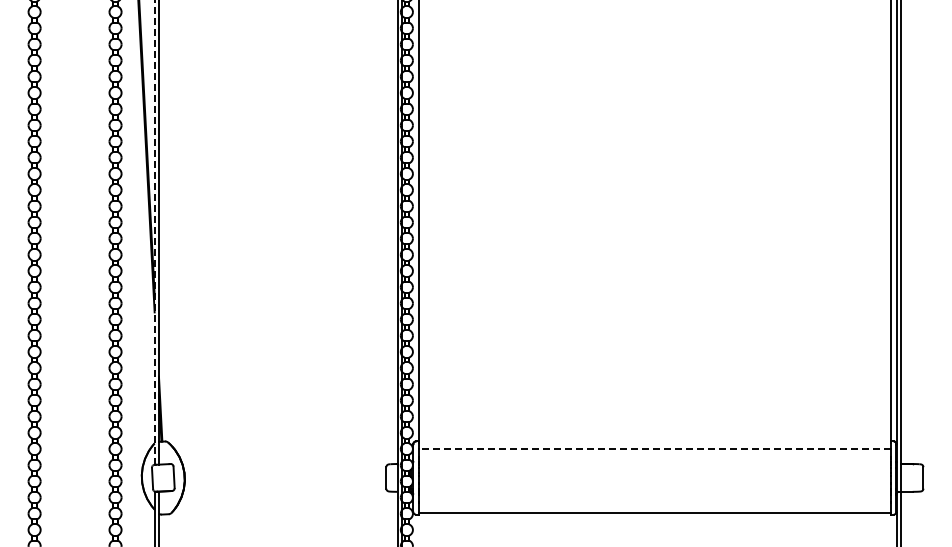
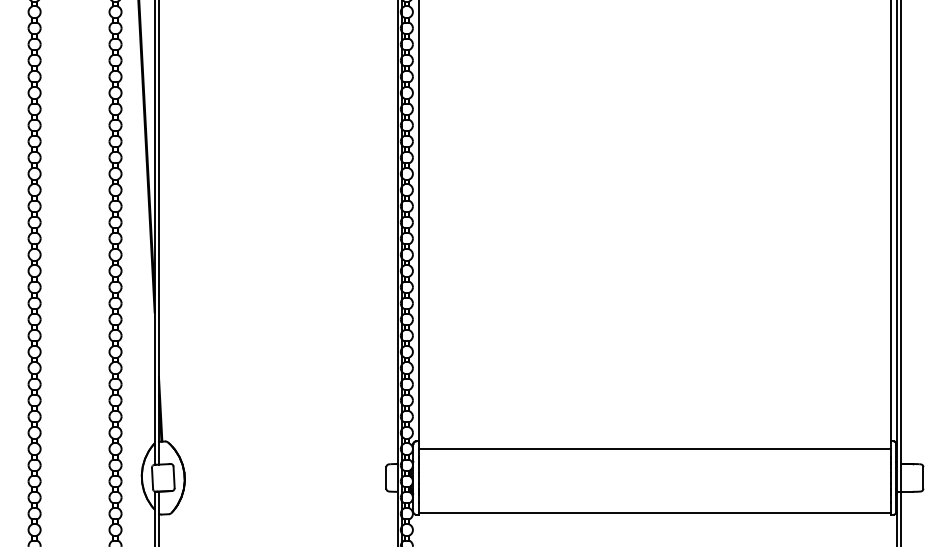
line at (154, 231): dashed -> solid
line at (654, 448): dashed -> solid
